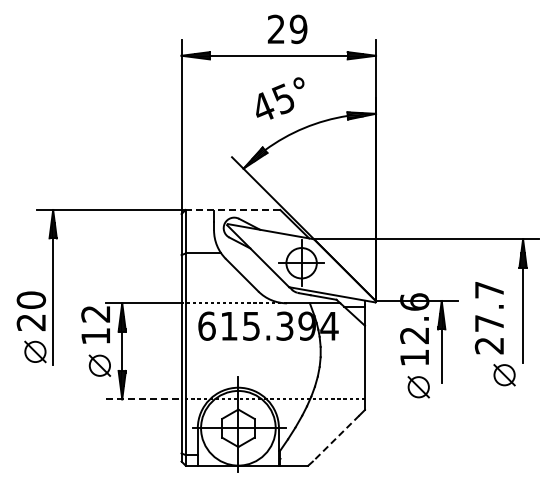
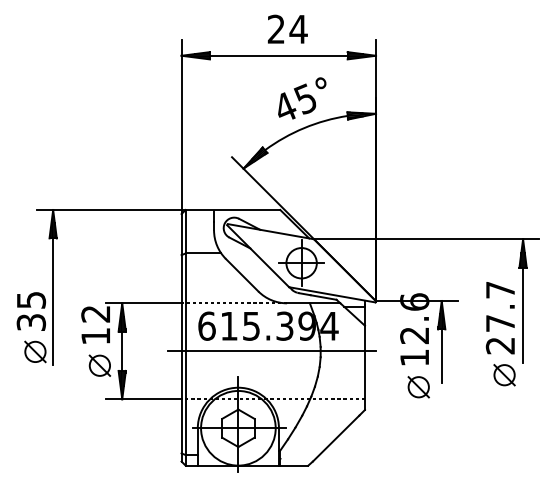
text at (298, 29): 29 -> 24
text at (280, 98) position: (280, 98) -> (302, 98)
line at (232, 210): dashed -> solid
text at (31, 311): 20 -> 35
text at (488, 318) position: (488, 318) -> (499, 318)
line at (271, 351): none -> present
line at (143, 399): dashed -> solid
line at (336, 438): dashed -> solid
